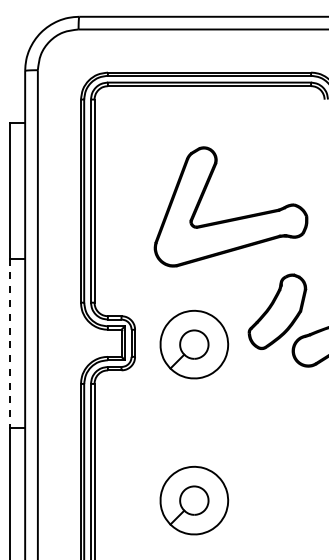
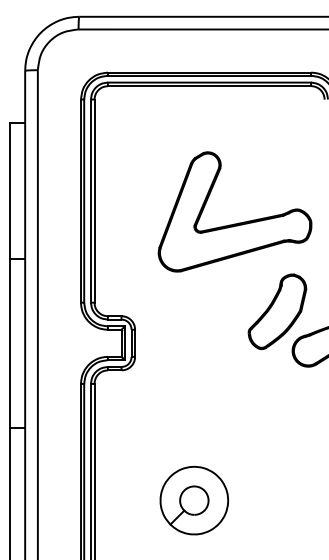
part at (234, 217) position: (234, 217) -> (238, 222)
line at (9, 343): dashed -> solid
part at (194, 344): present -> none
